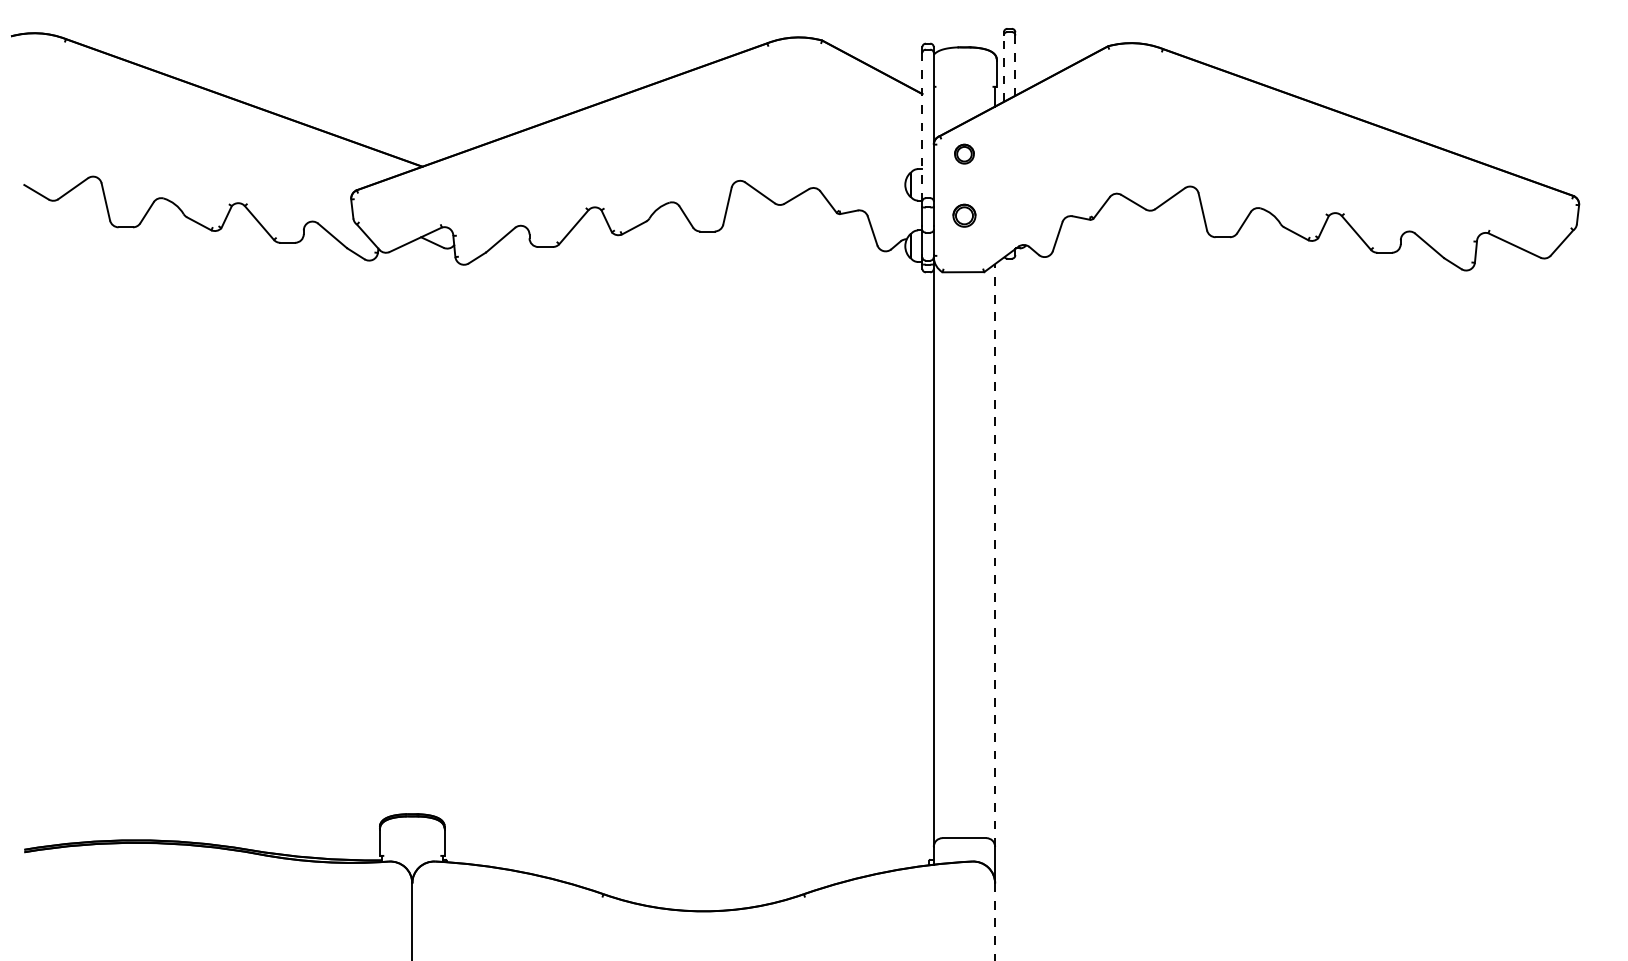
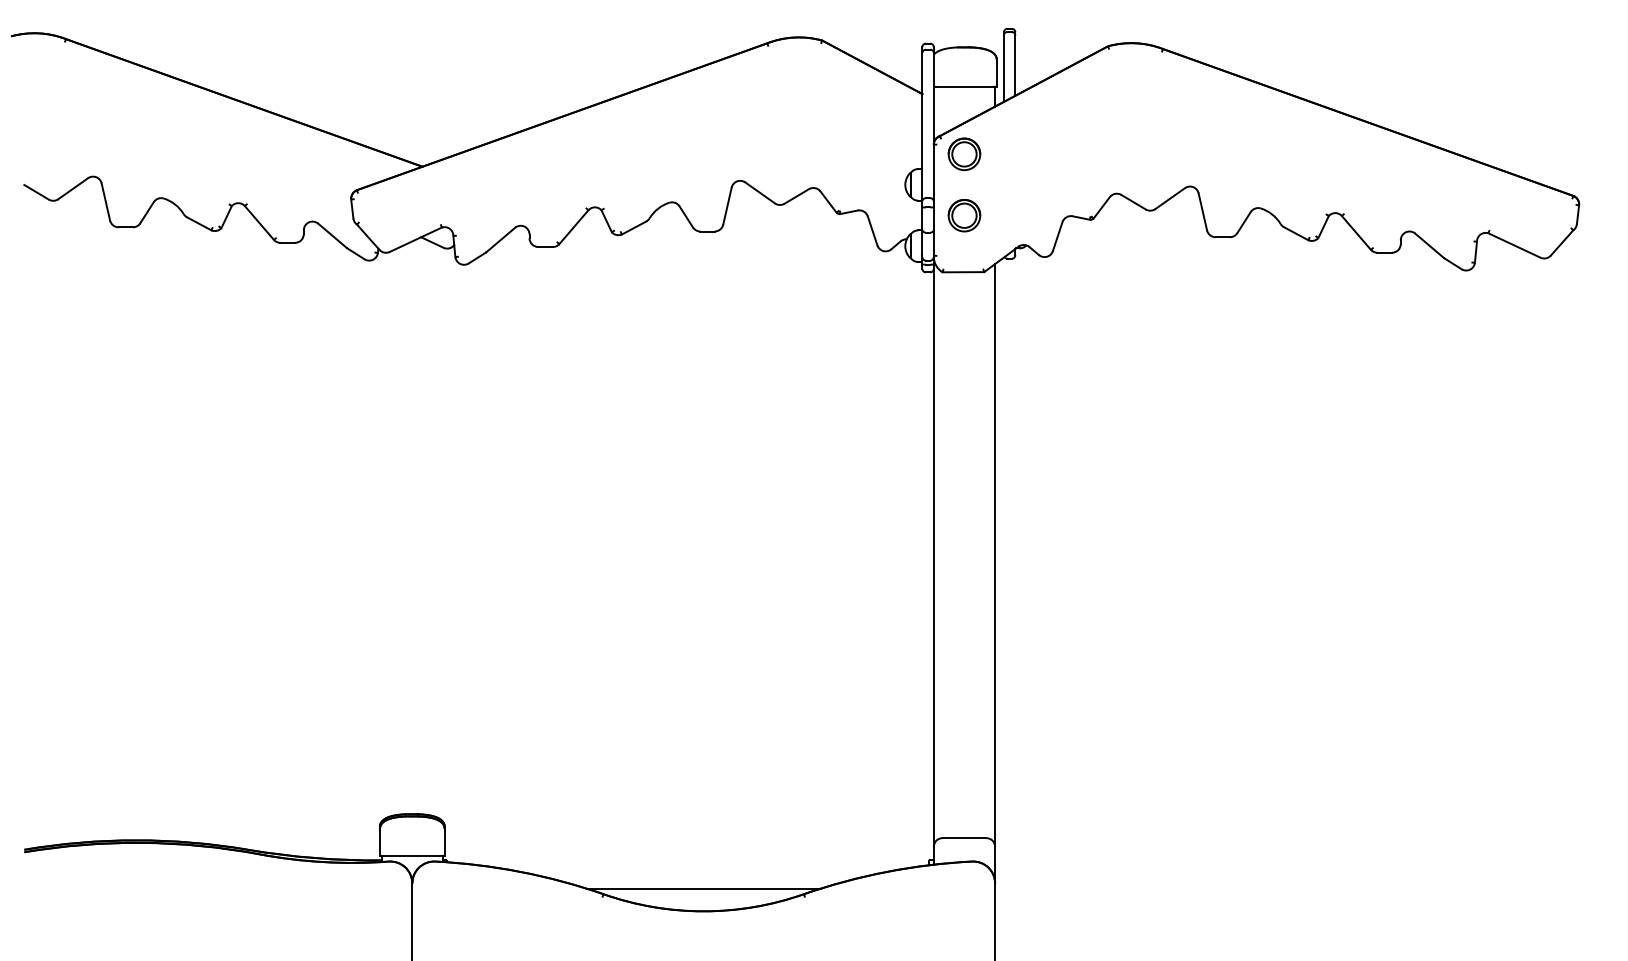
line at (1015, 66): dashed -> solid
line at (1003, 68): dashed -> solid
line at (964, 86): none -> present
line at (922, 126): dashed -> solid
part at (964, 153) size: 21x22 px -> 35x34 px
part at (964, 215) size: 25x25 px -> 35x34 px
line at (995, 554): dashed -> solid
line at (412, 855): none -> present
line at (703, 888): none -> present
line at (995, 922): dashed -> solid
